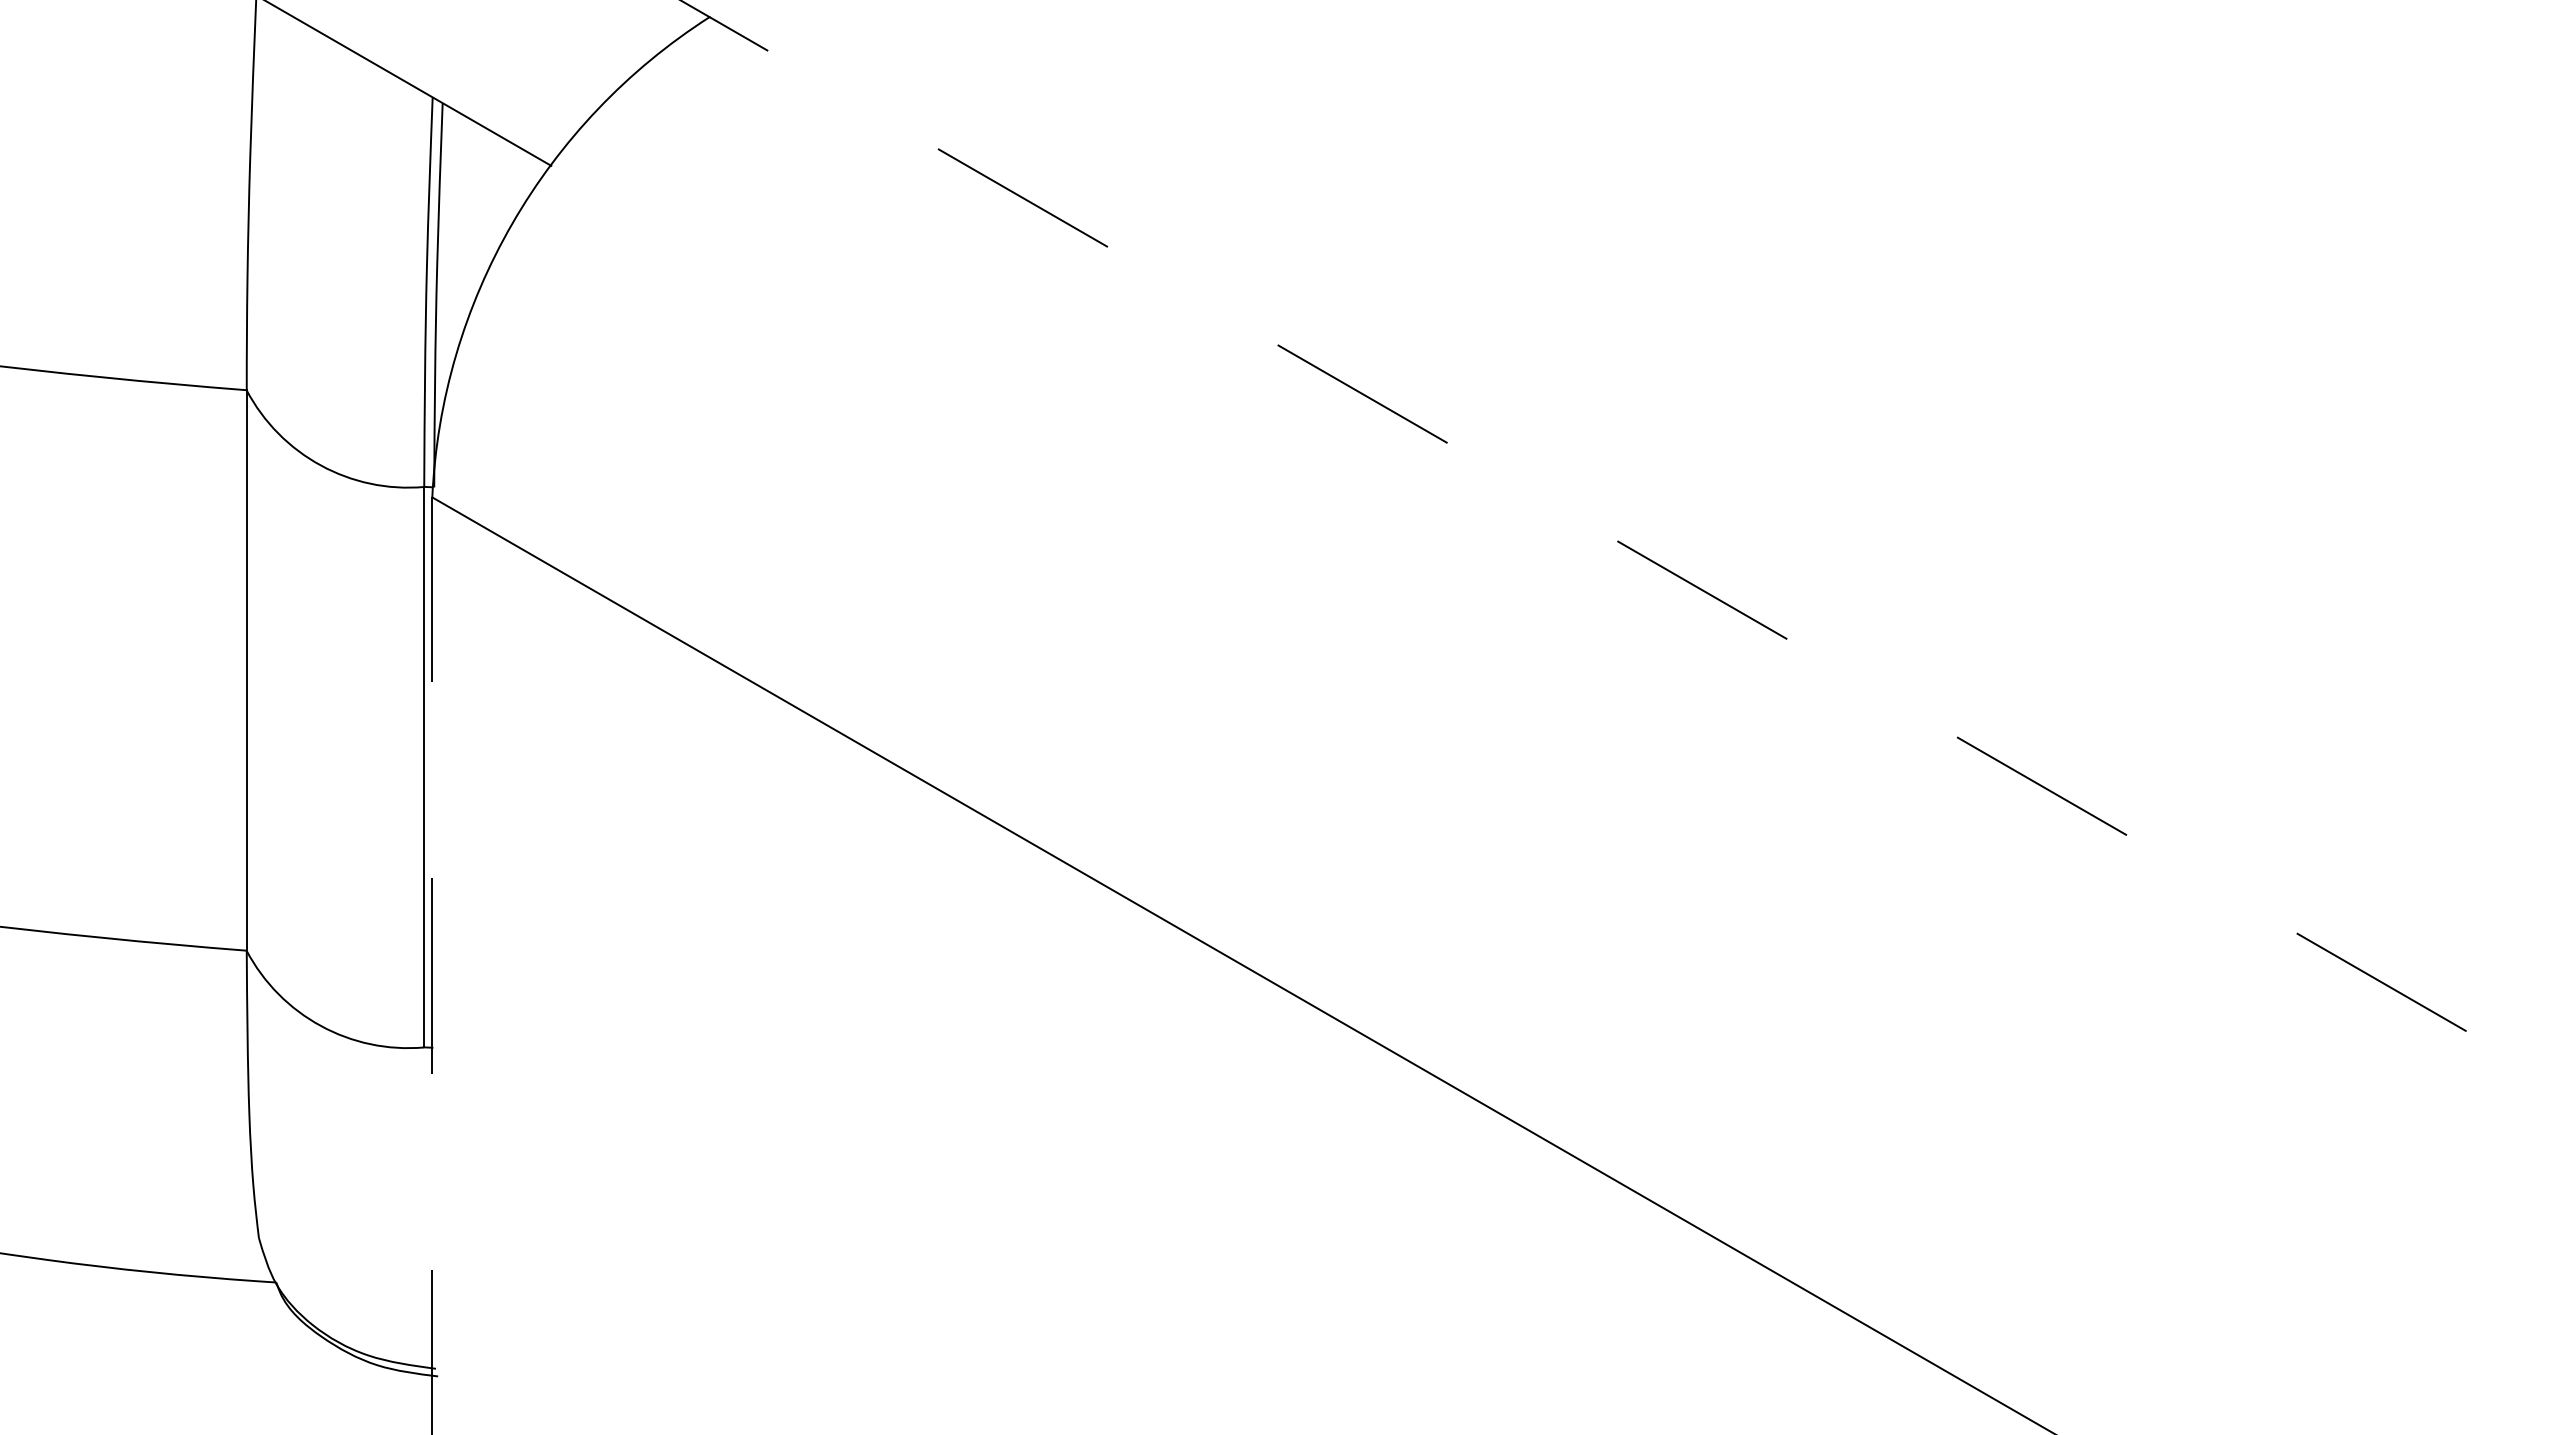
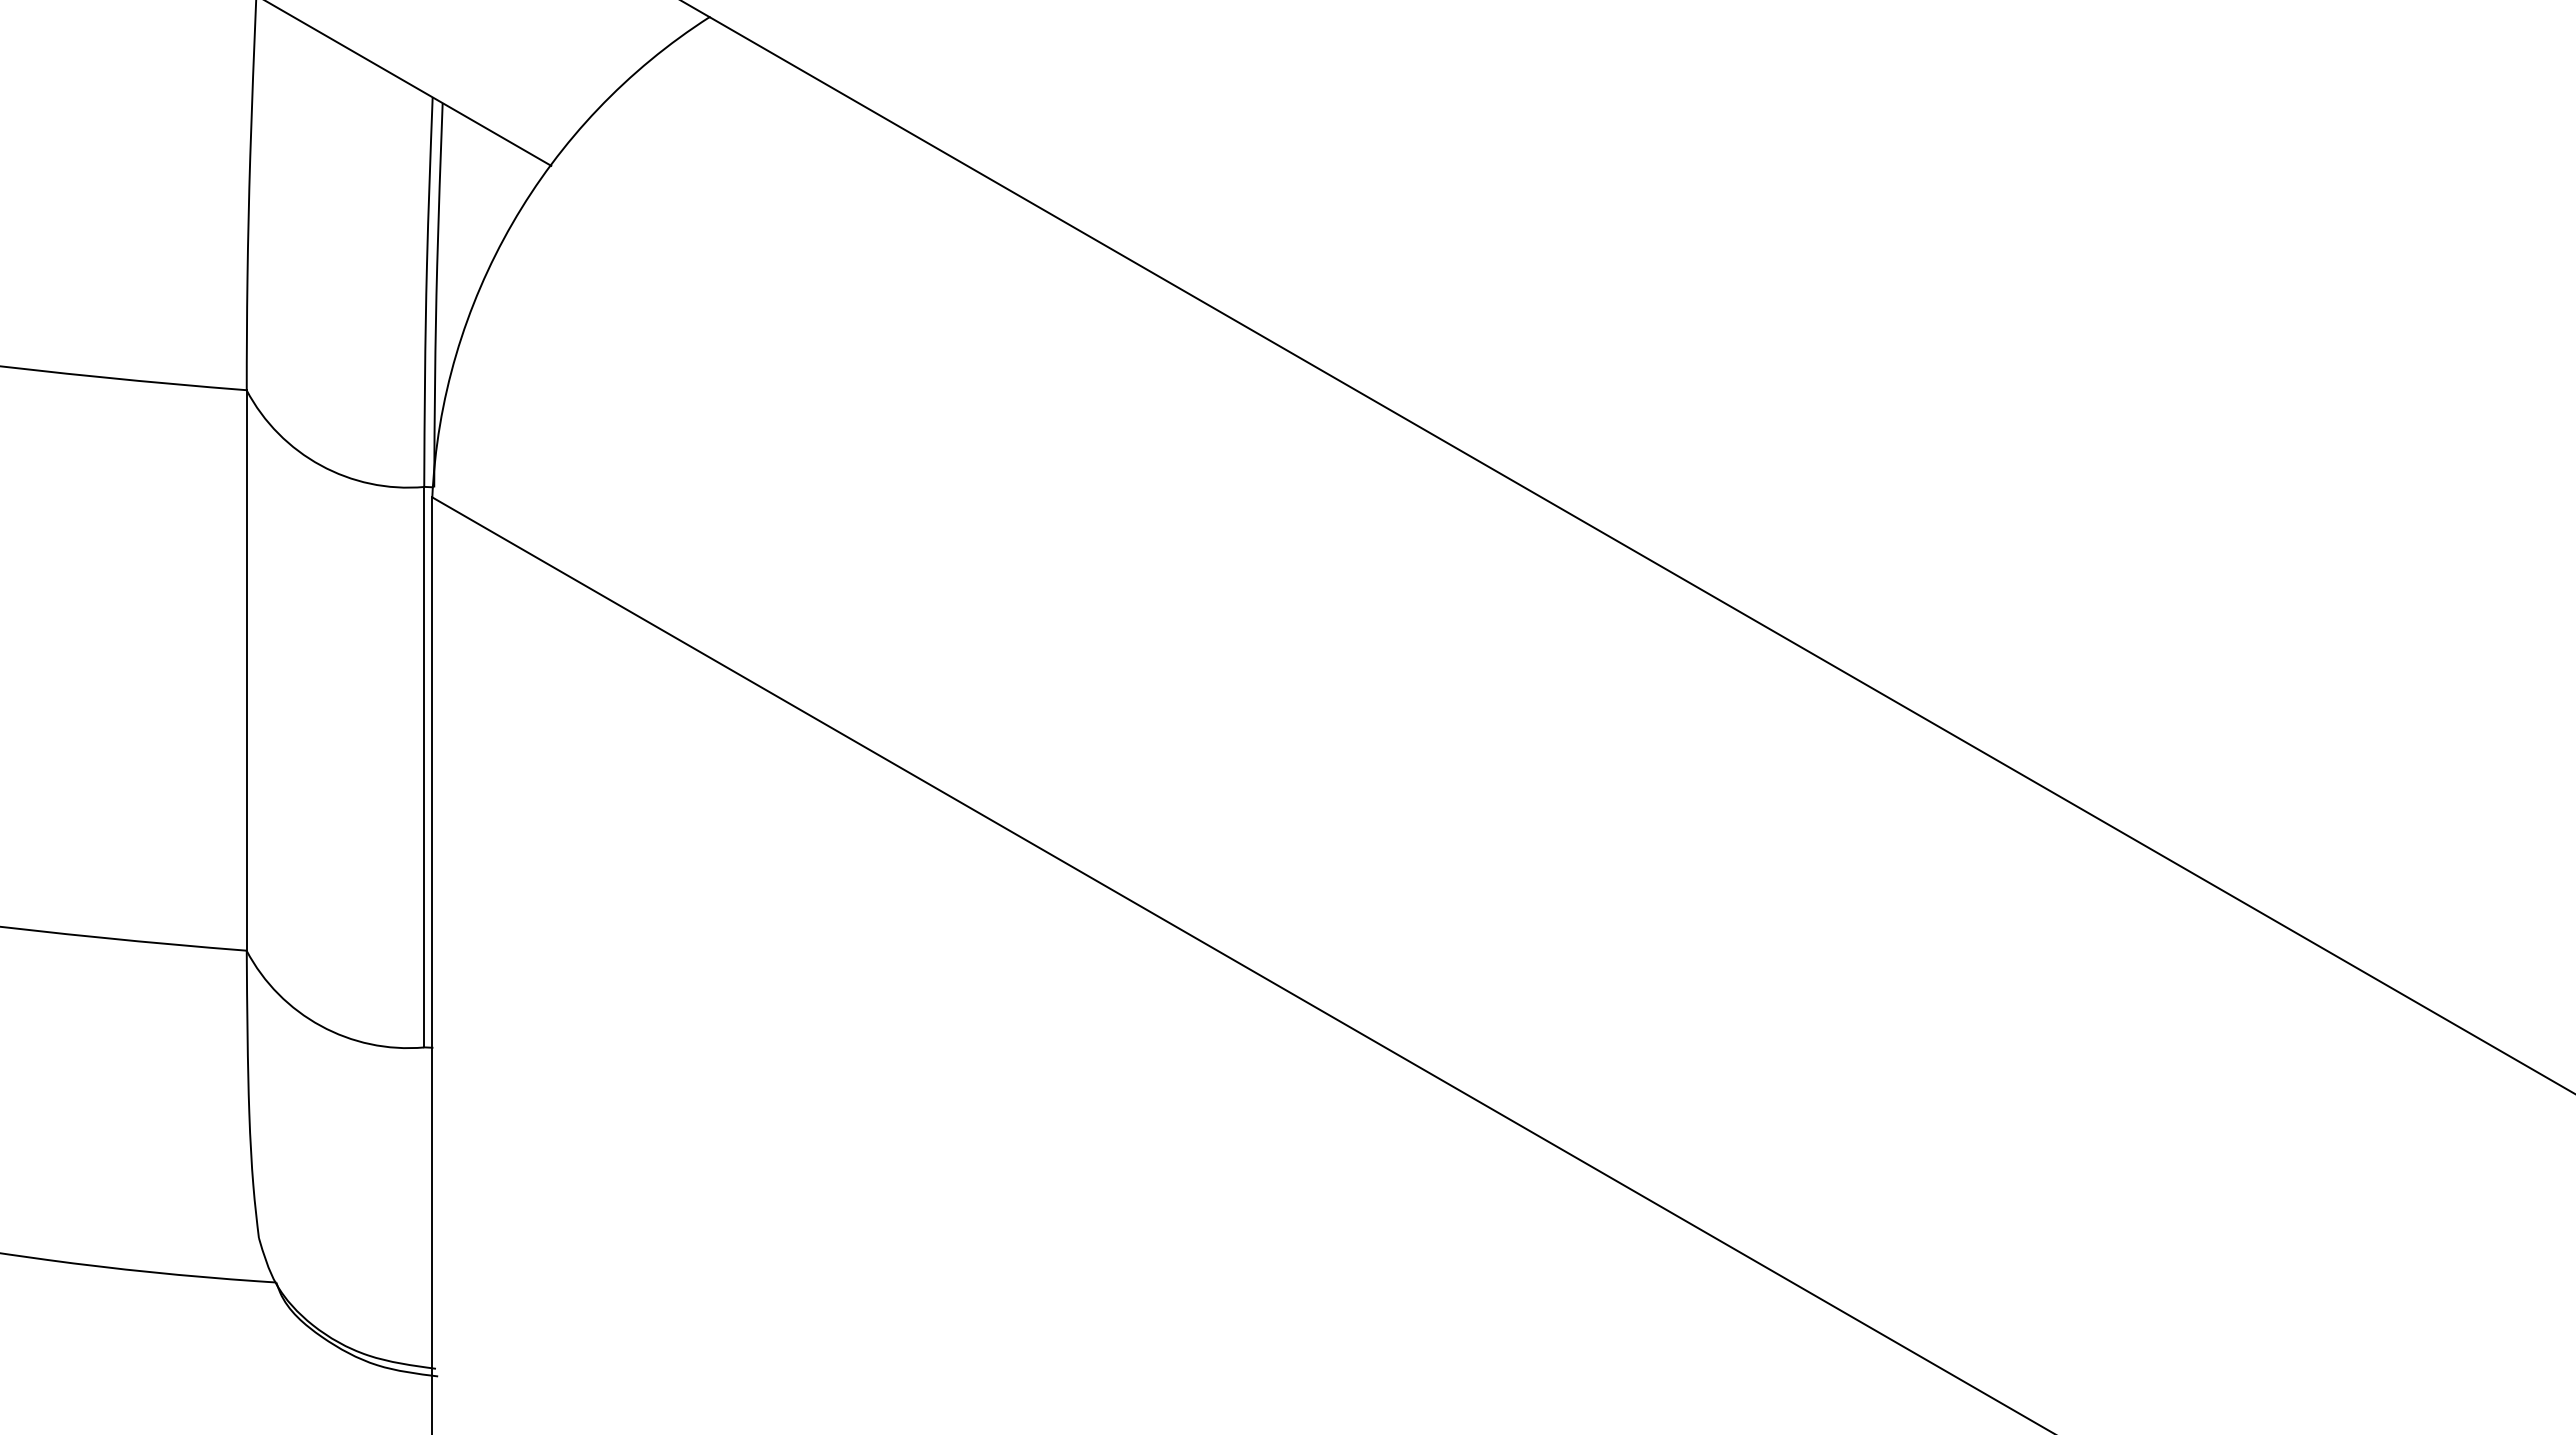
line at (1642, 555): dashed -> solid
line at (432, 966): dashed -> solid
